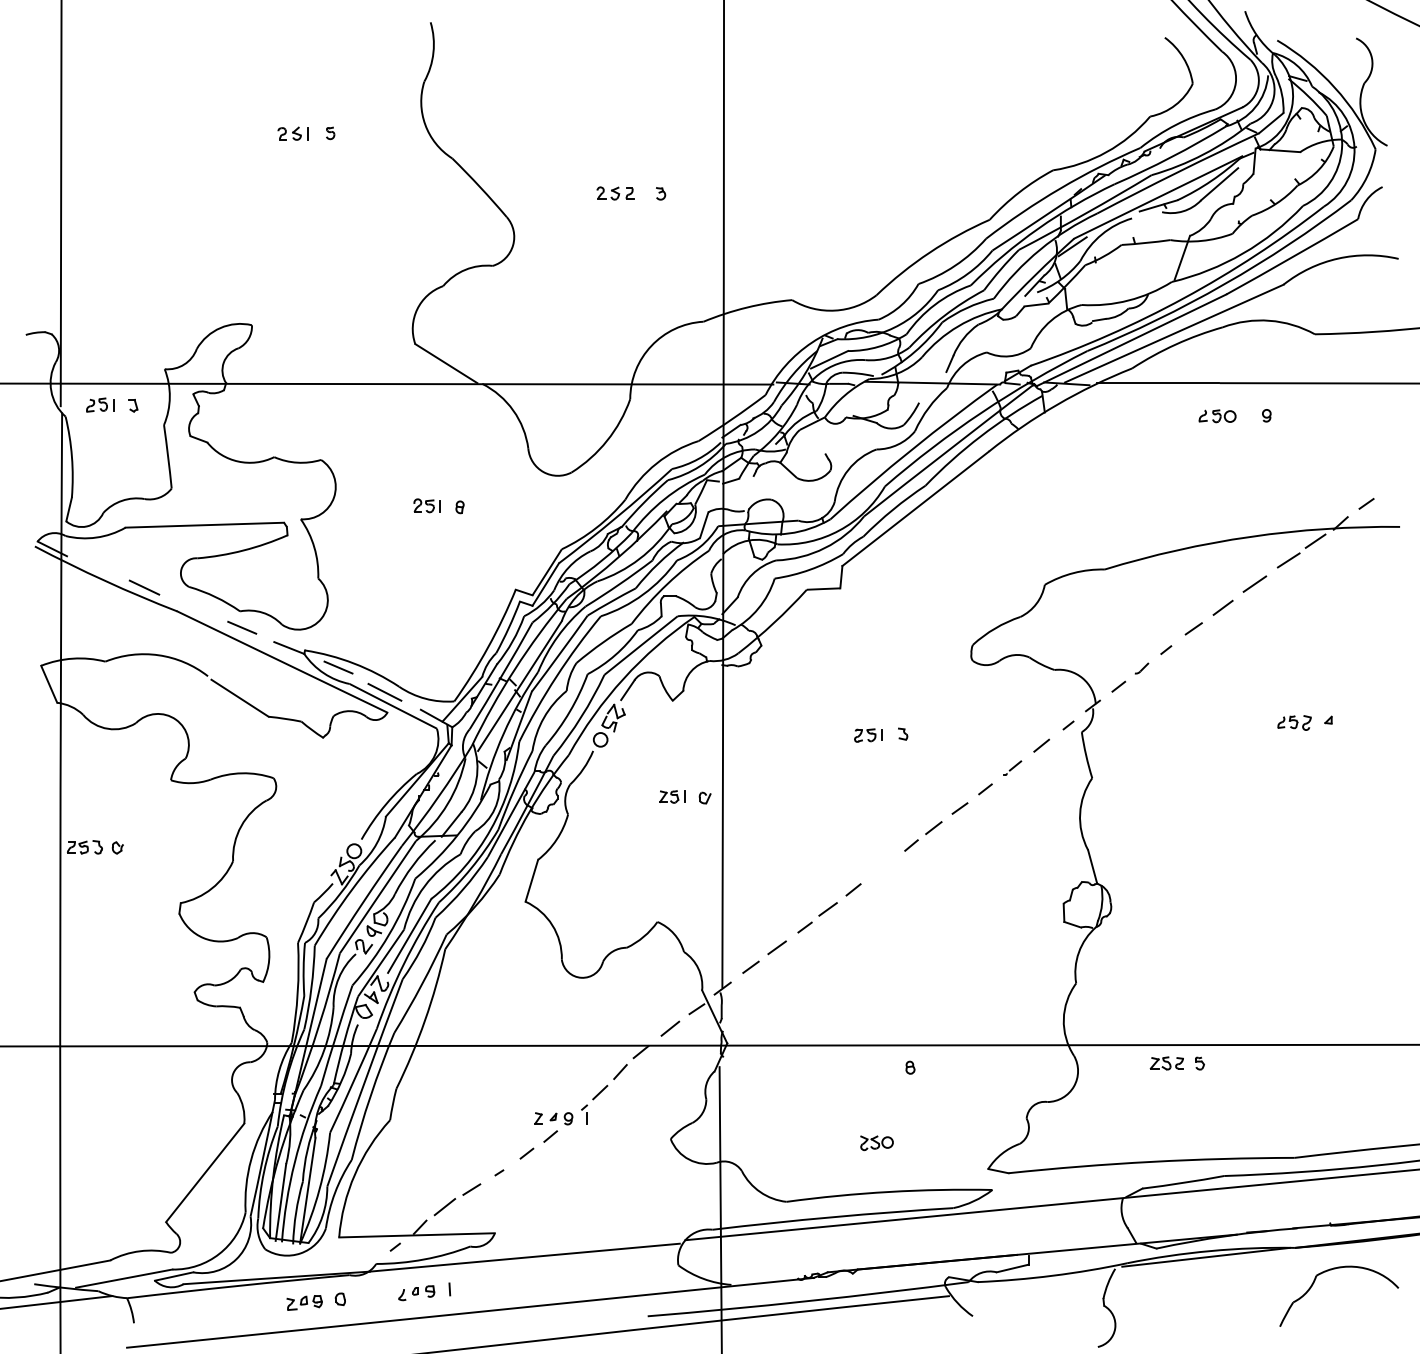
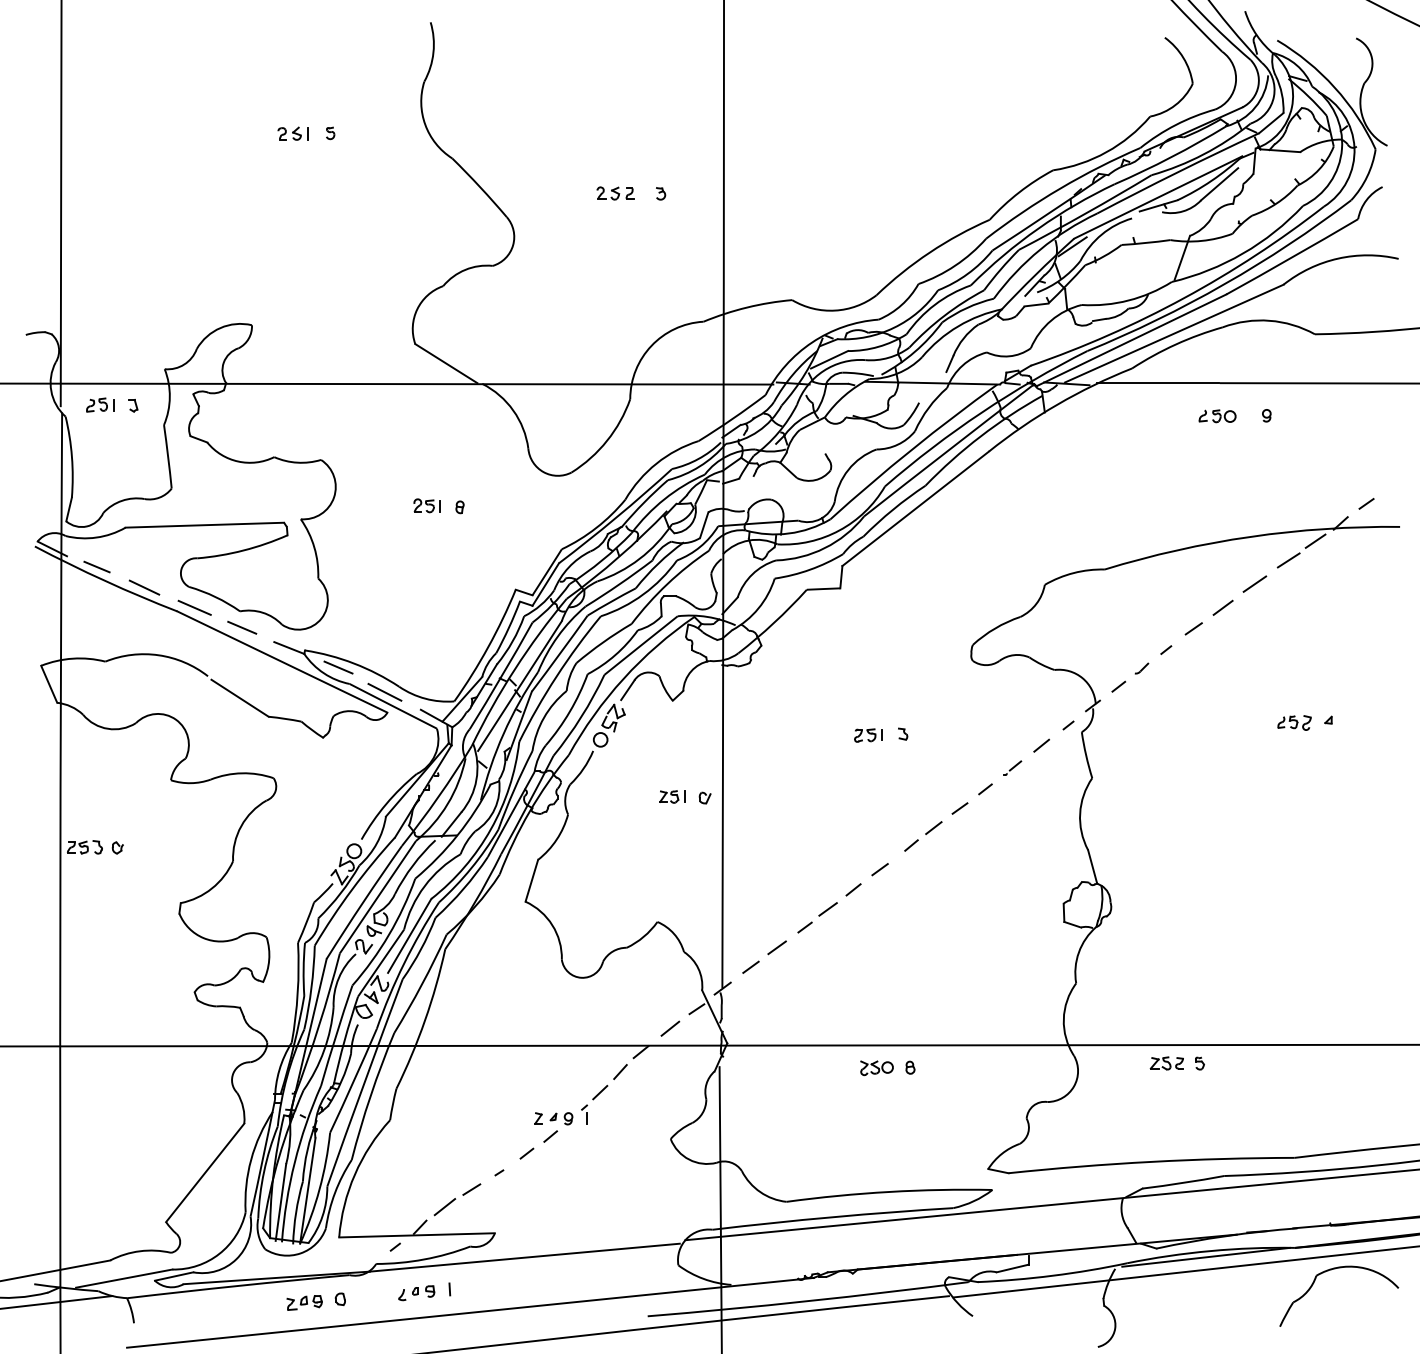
line at (96, 566): none -> present
line at (194, 607): none -> present
line at (879, 869): none -> present
part at (876, 1143) position: (876, 1143) -> (876, 1068)
line at (1184, 1271): none -> present
